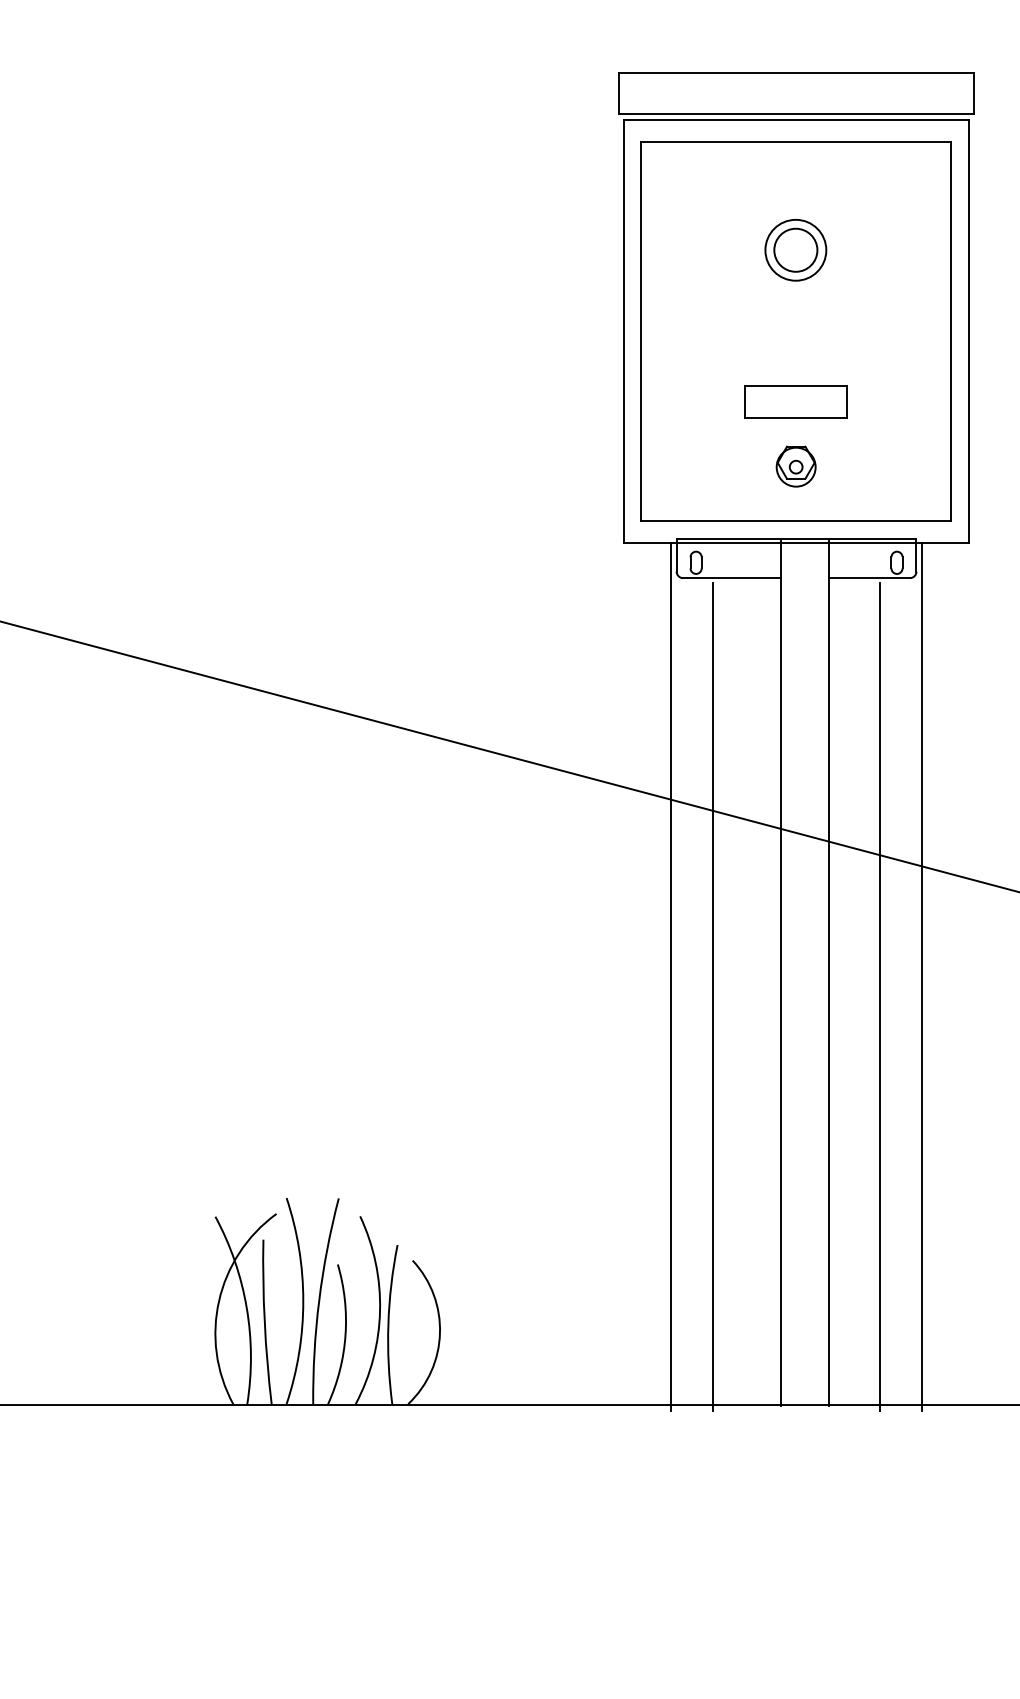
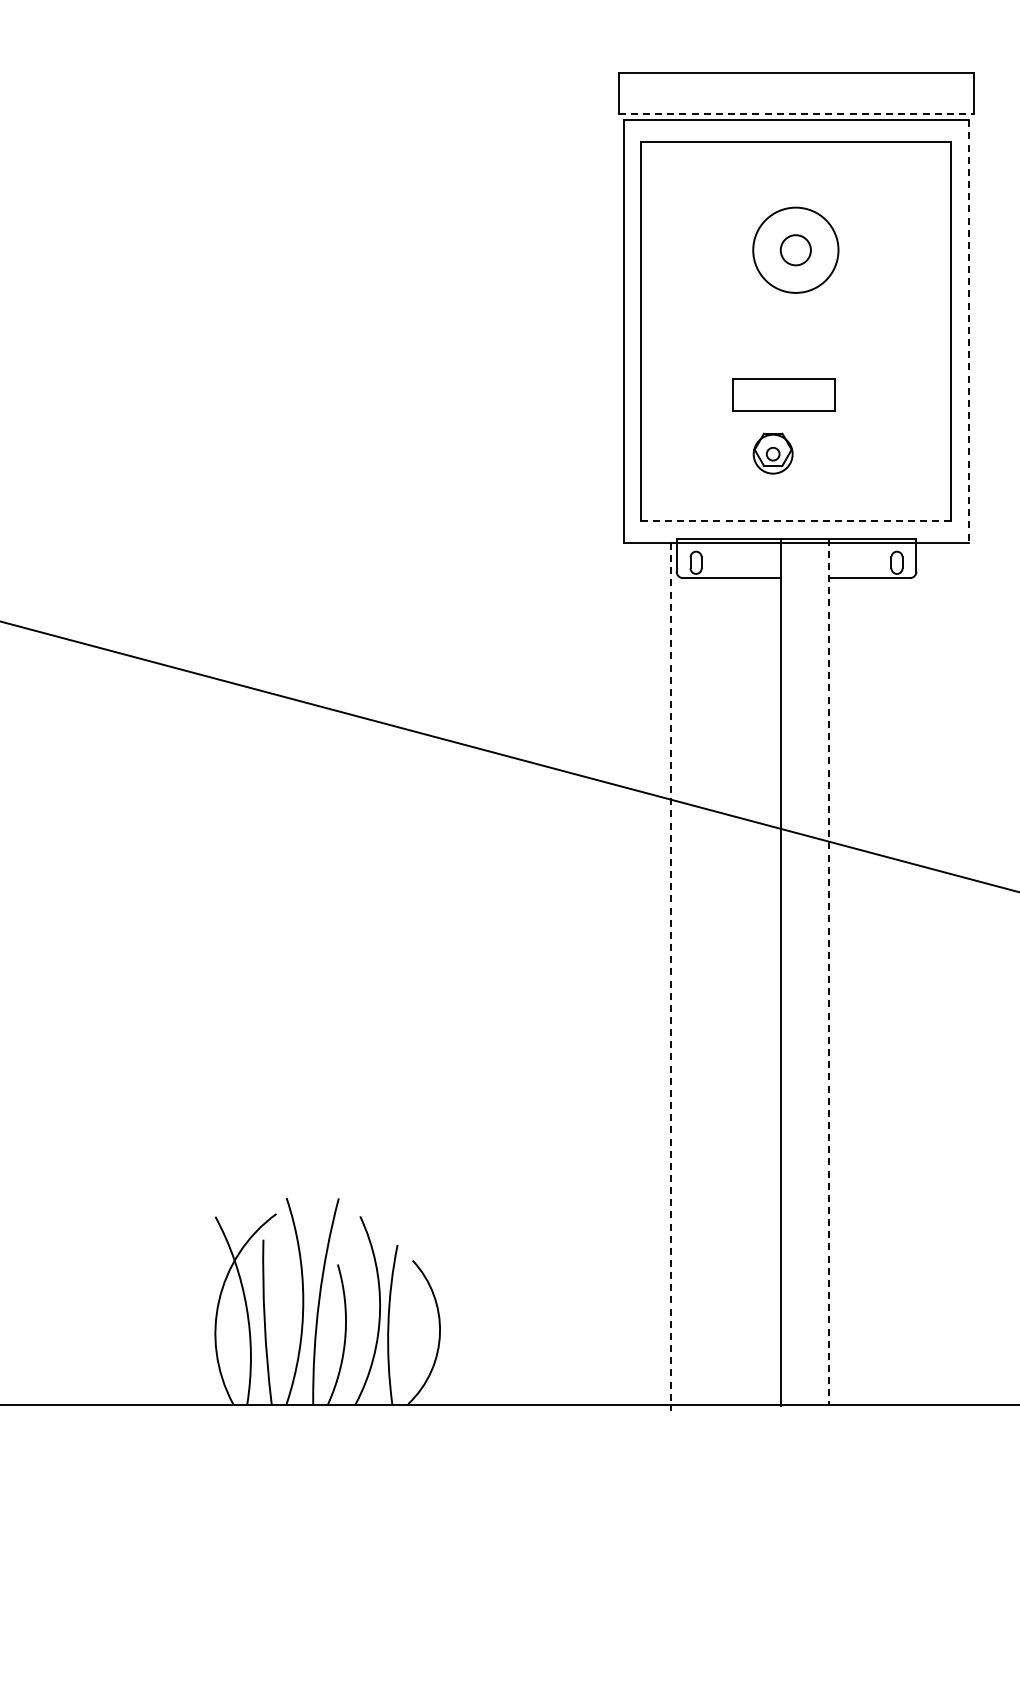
line at (796, 113): solid -> dashed
circle at (795, 249) diameter: 43 px -> 30 px
circle at (795, 249) diameter: 61 px -> 85 px
line at (969, 332): solid -> dashed
part at (795, 401) position: (795, 401) -> (783, 394)
part at (795, 466) position: (795, 466) -> (772, 453)
line at (796, 521): solid -> dashed
line at (829, 972): solid -> dashed
line at (670, 976): solid -> dashed
line at (922, 976): present -> none
line at (713, 996): present -> none
line at (879, 996): present -> none
